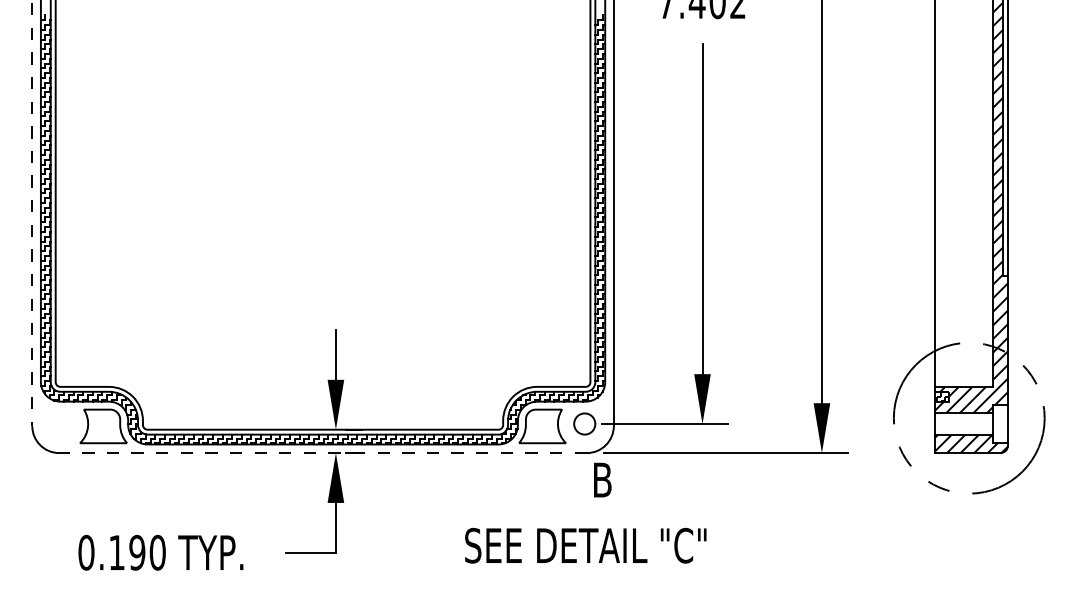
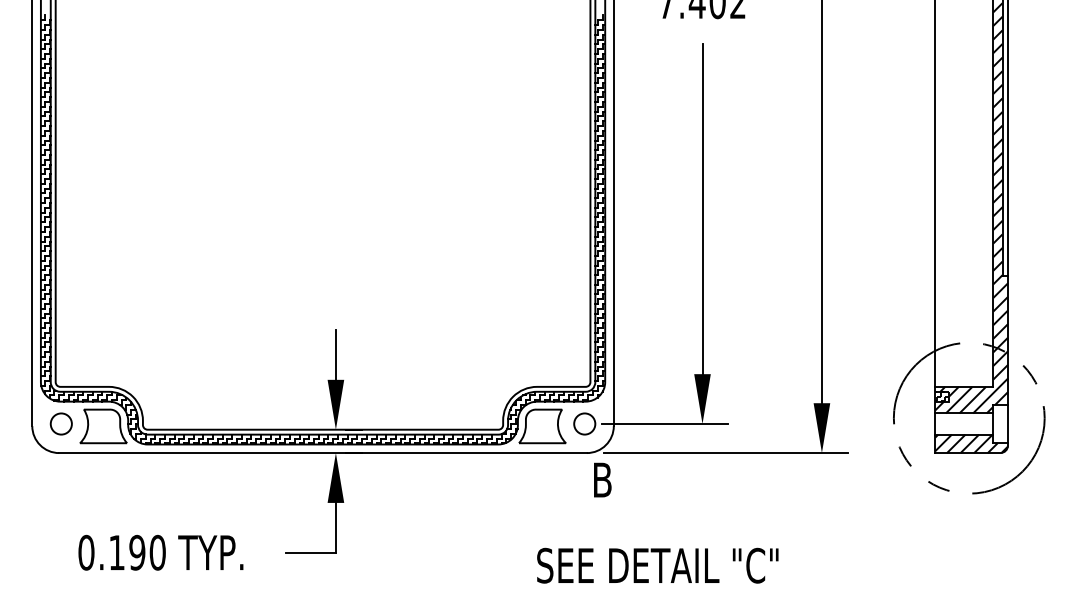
line at (32, 213): dashed -> solid
circle at (60, 423): none -> present
line at (323, 453): dashed -> solid
text at (585, 545) position: (585, 545) -> (657, 565)
